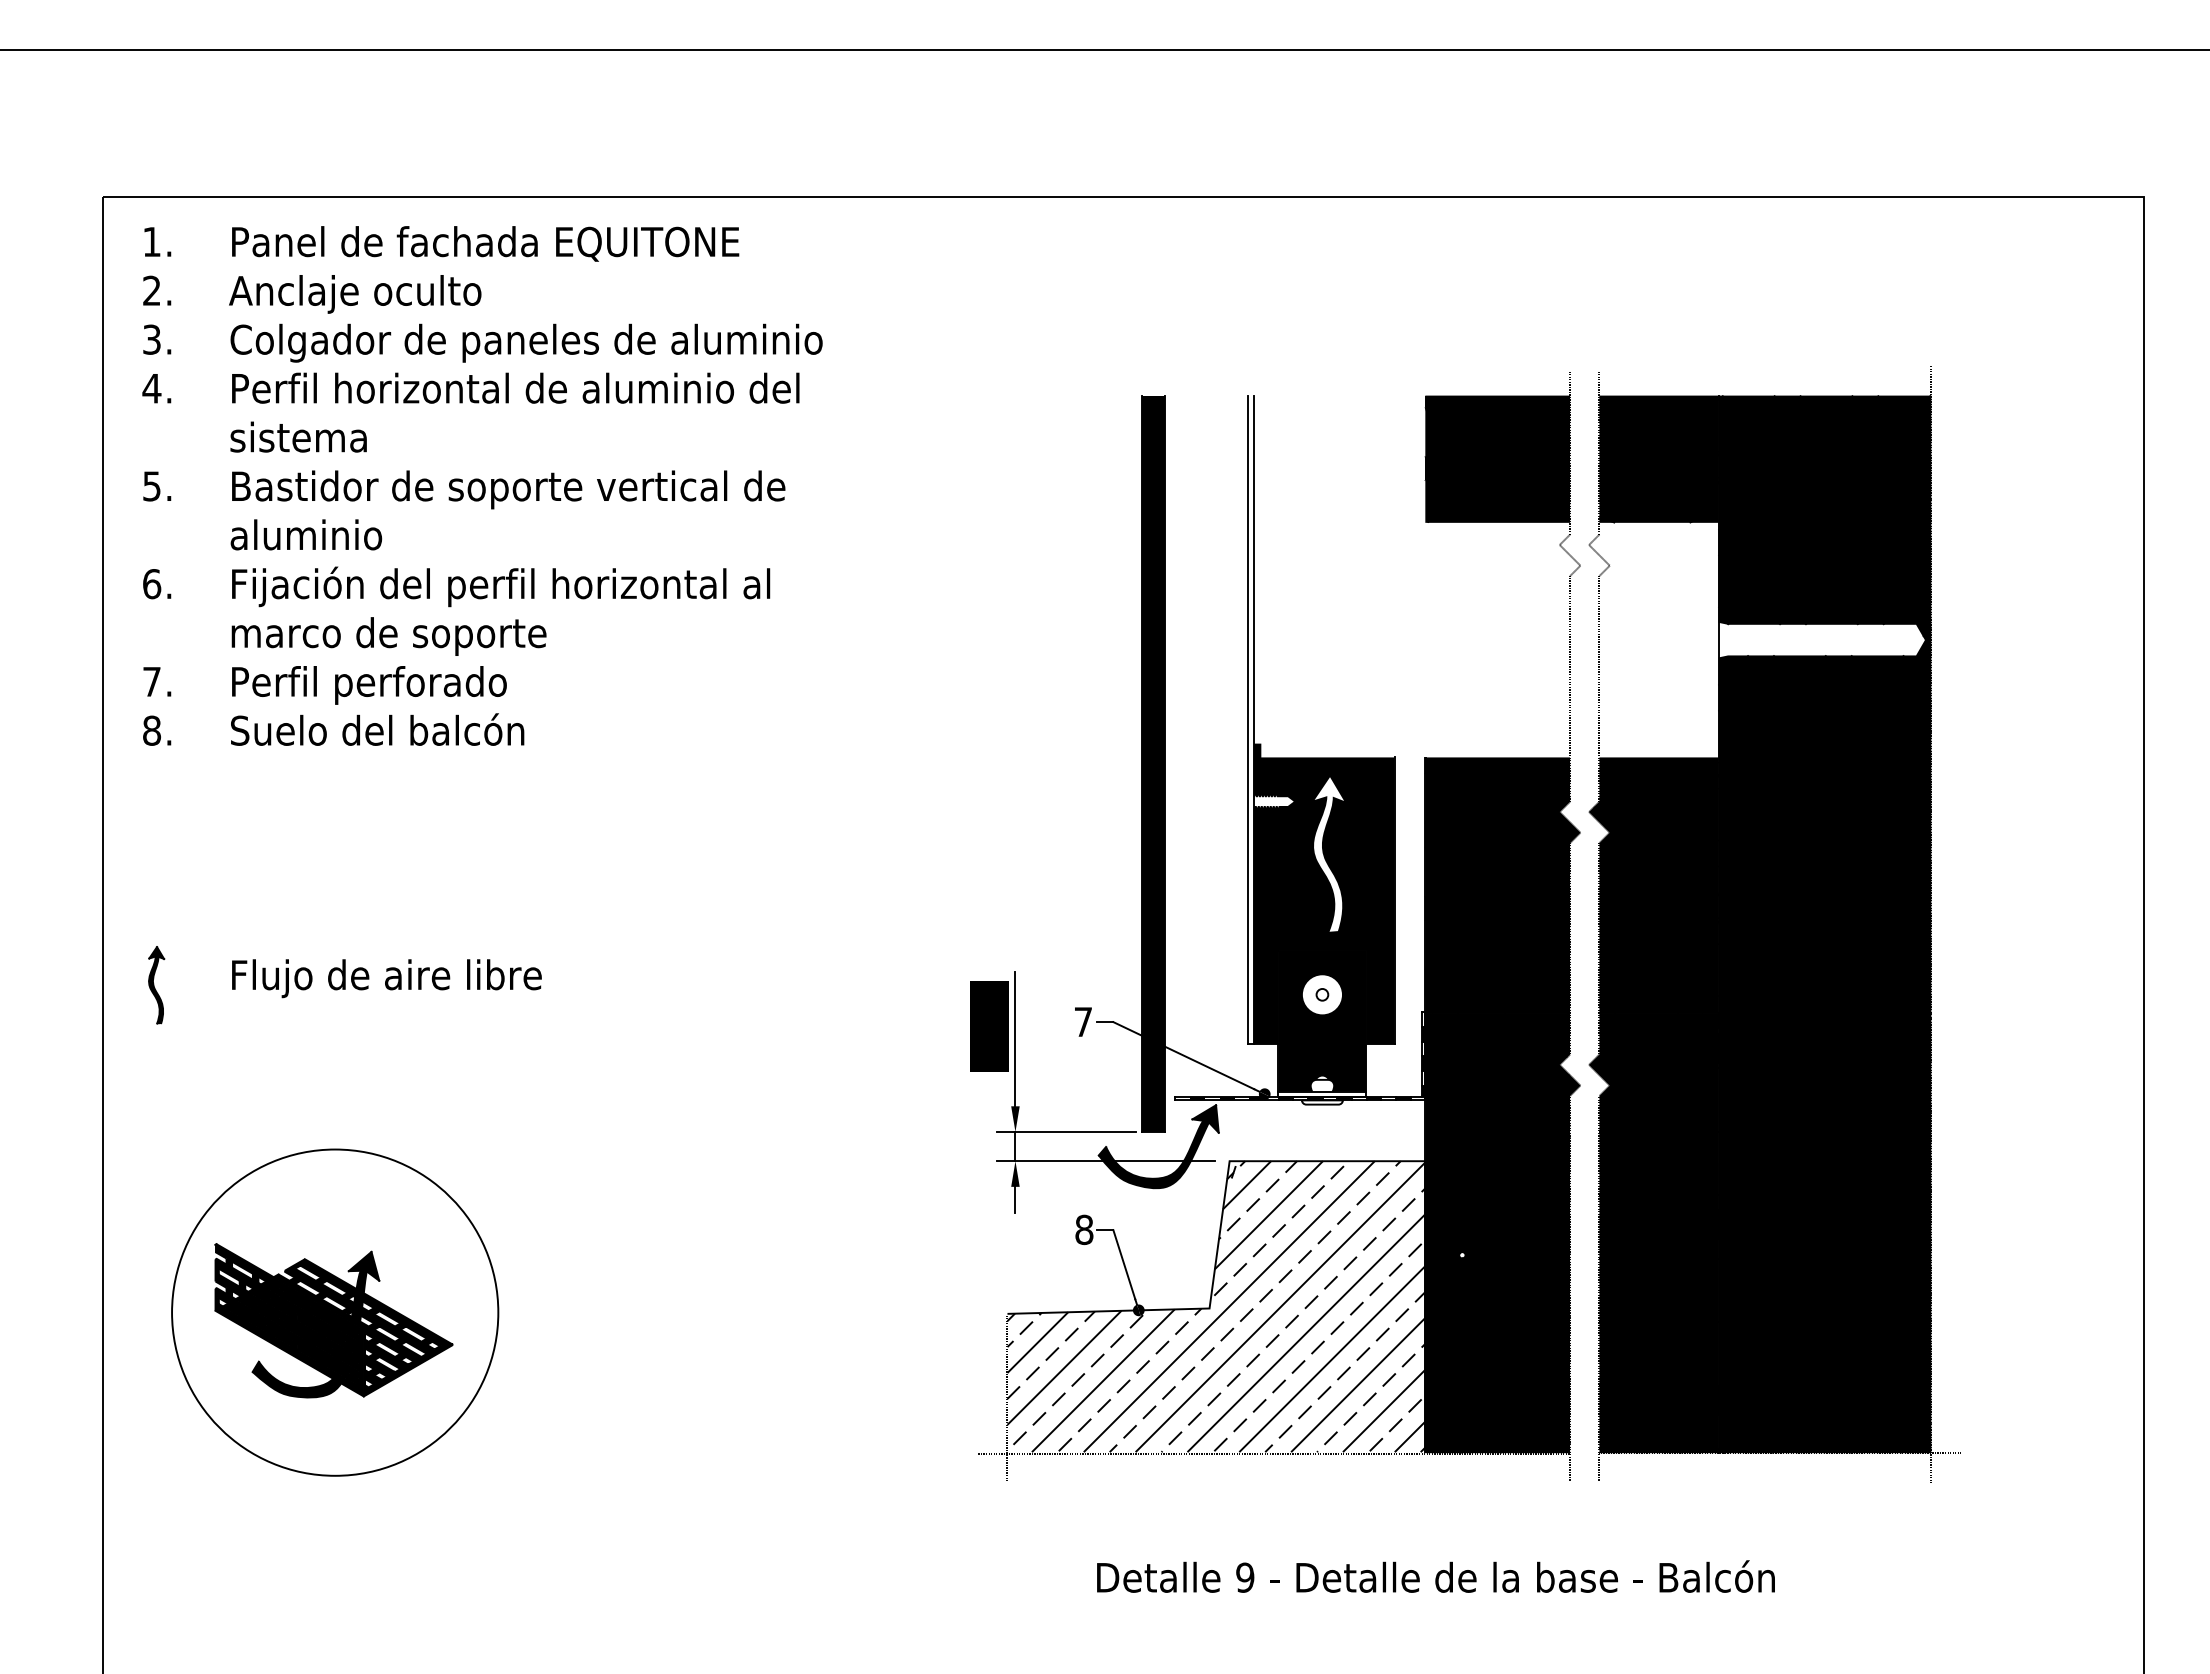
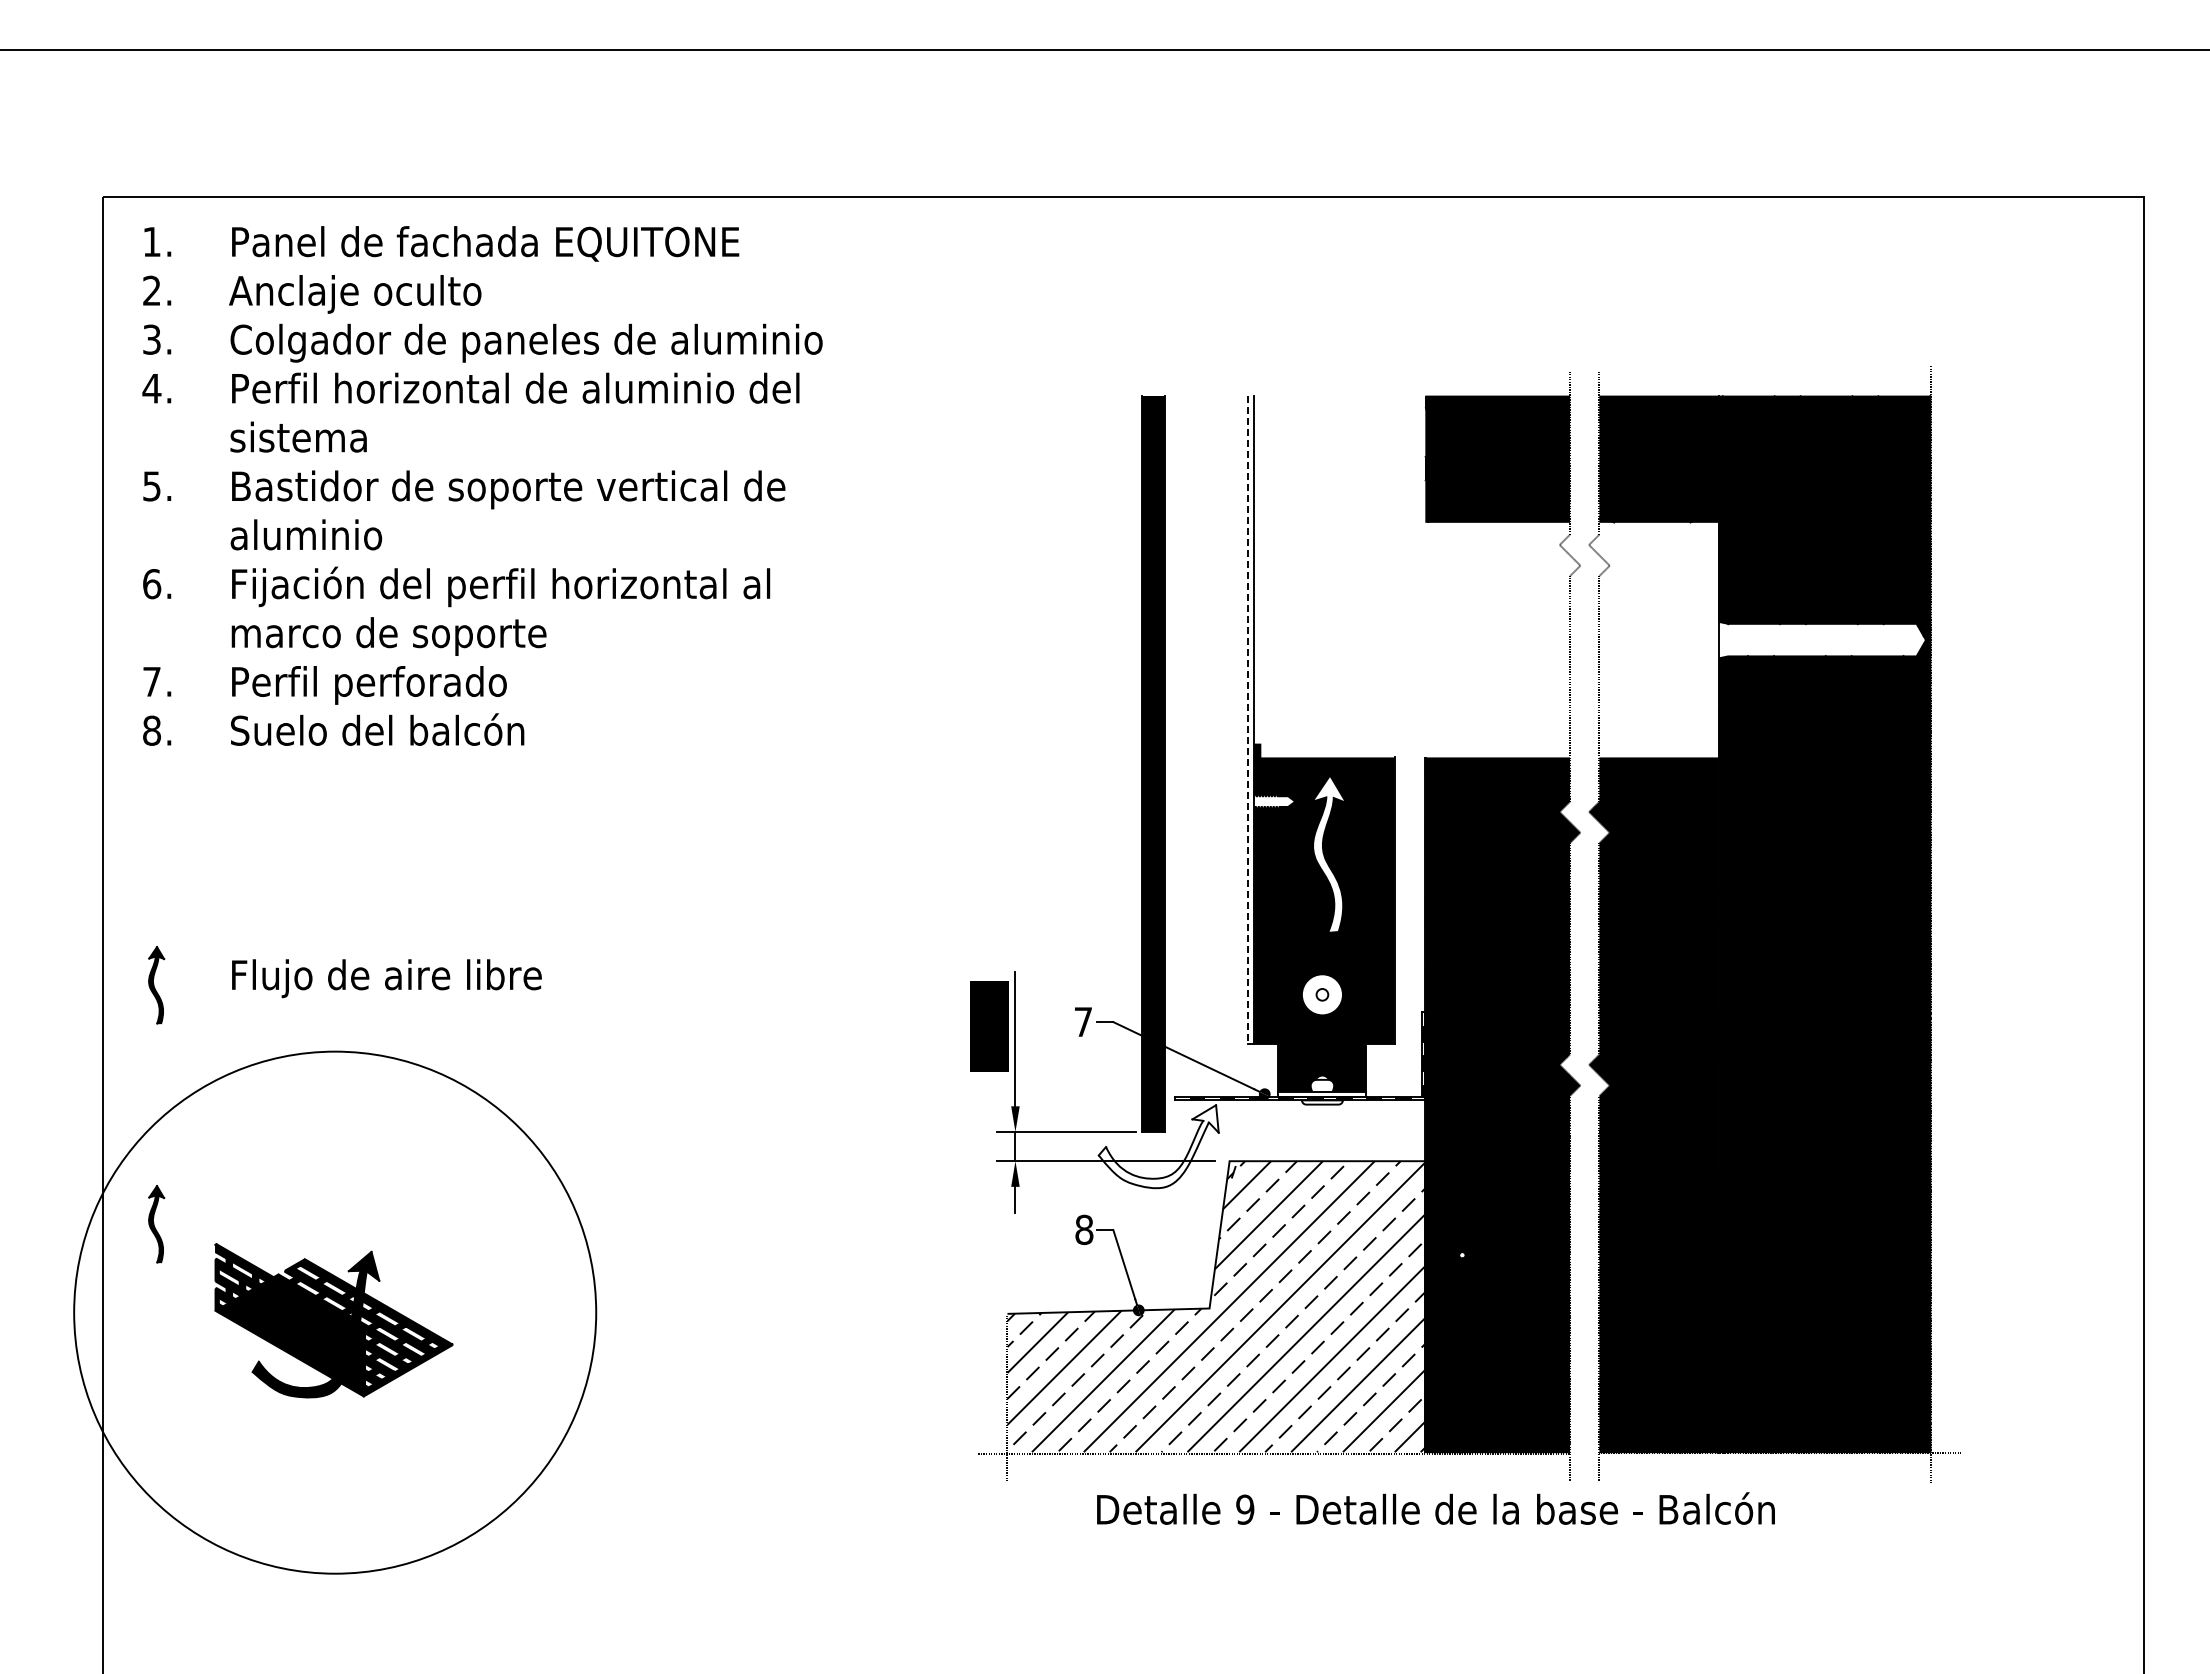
line at (1247, 720): solid -> dashed
fill at (1158, 1146): present -> none
part at (156, 1224): none -> present
circle at (335, 1312) diameter: 326 px -> 522 px
text at (1435, 1576) position: (1435, 1576) -> (1435, 1508)
